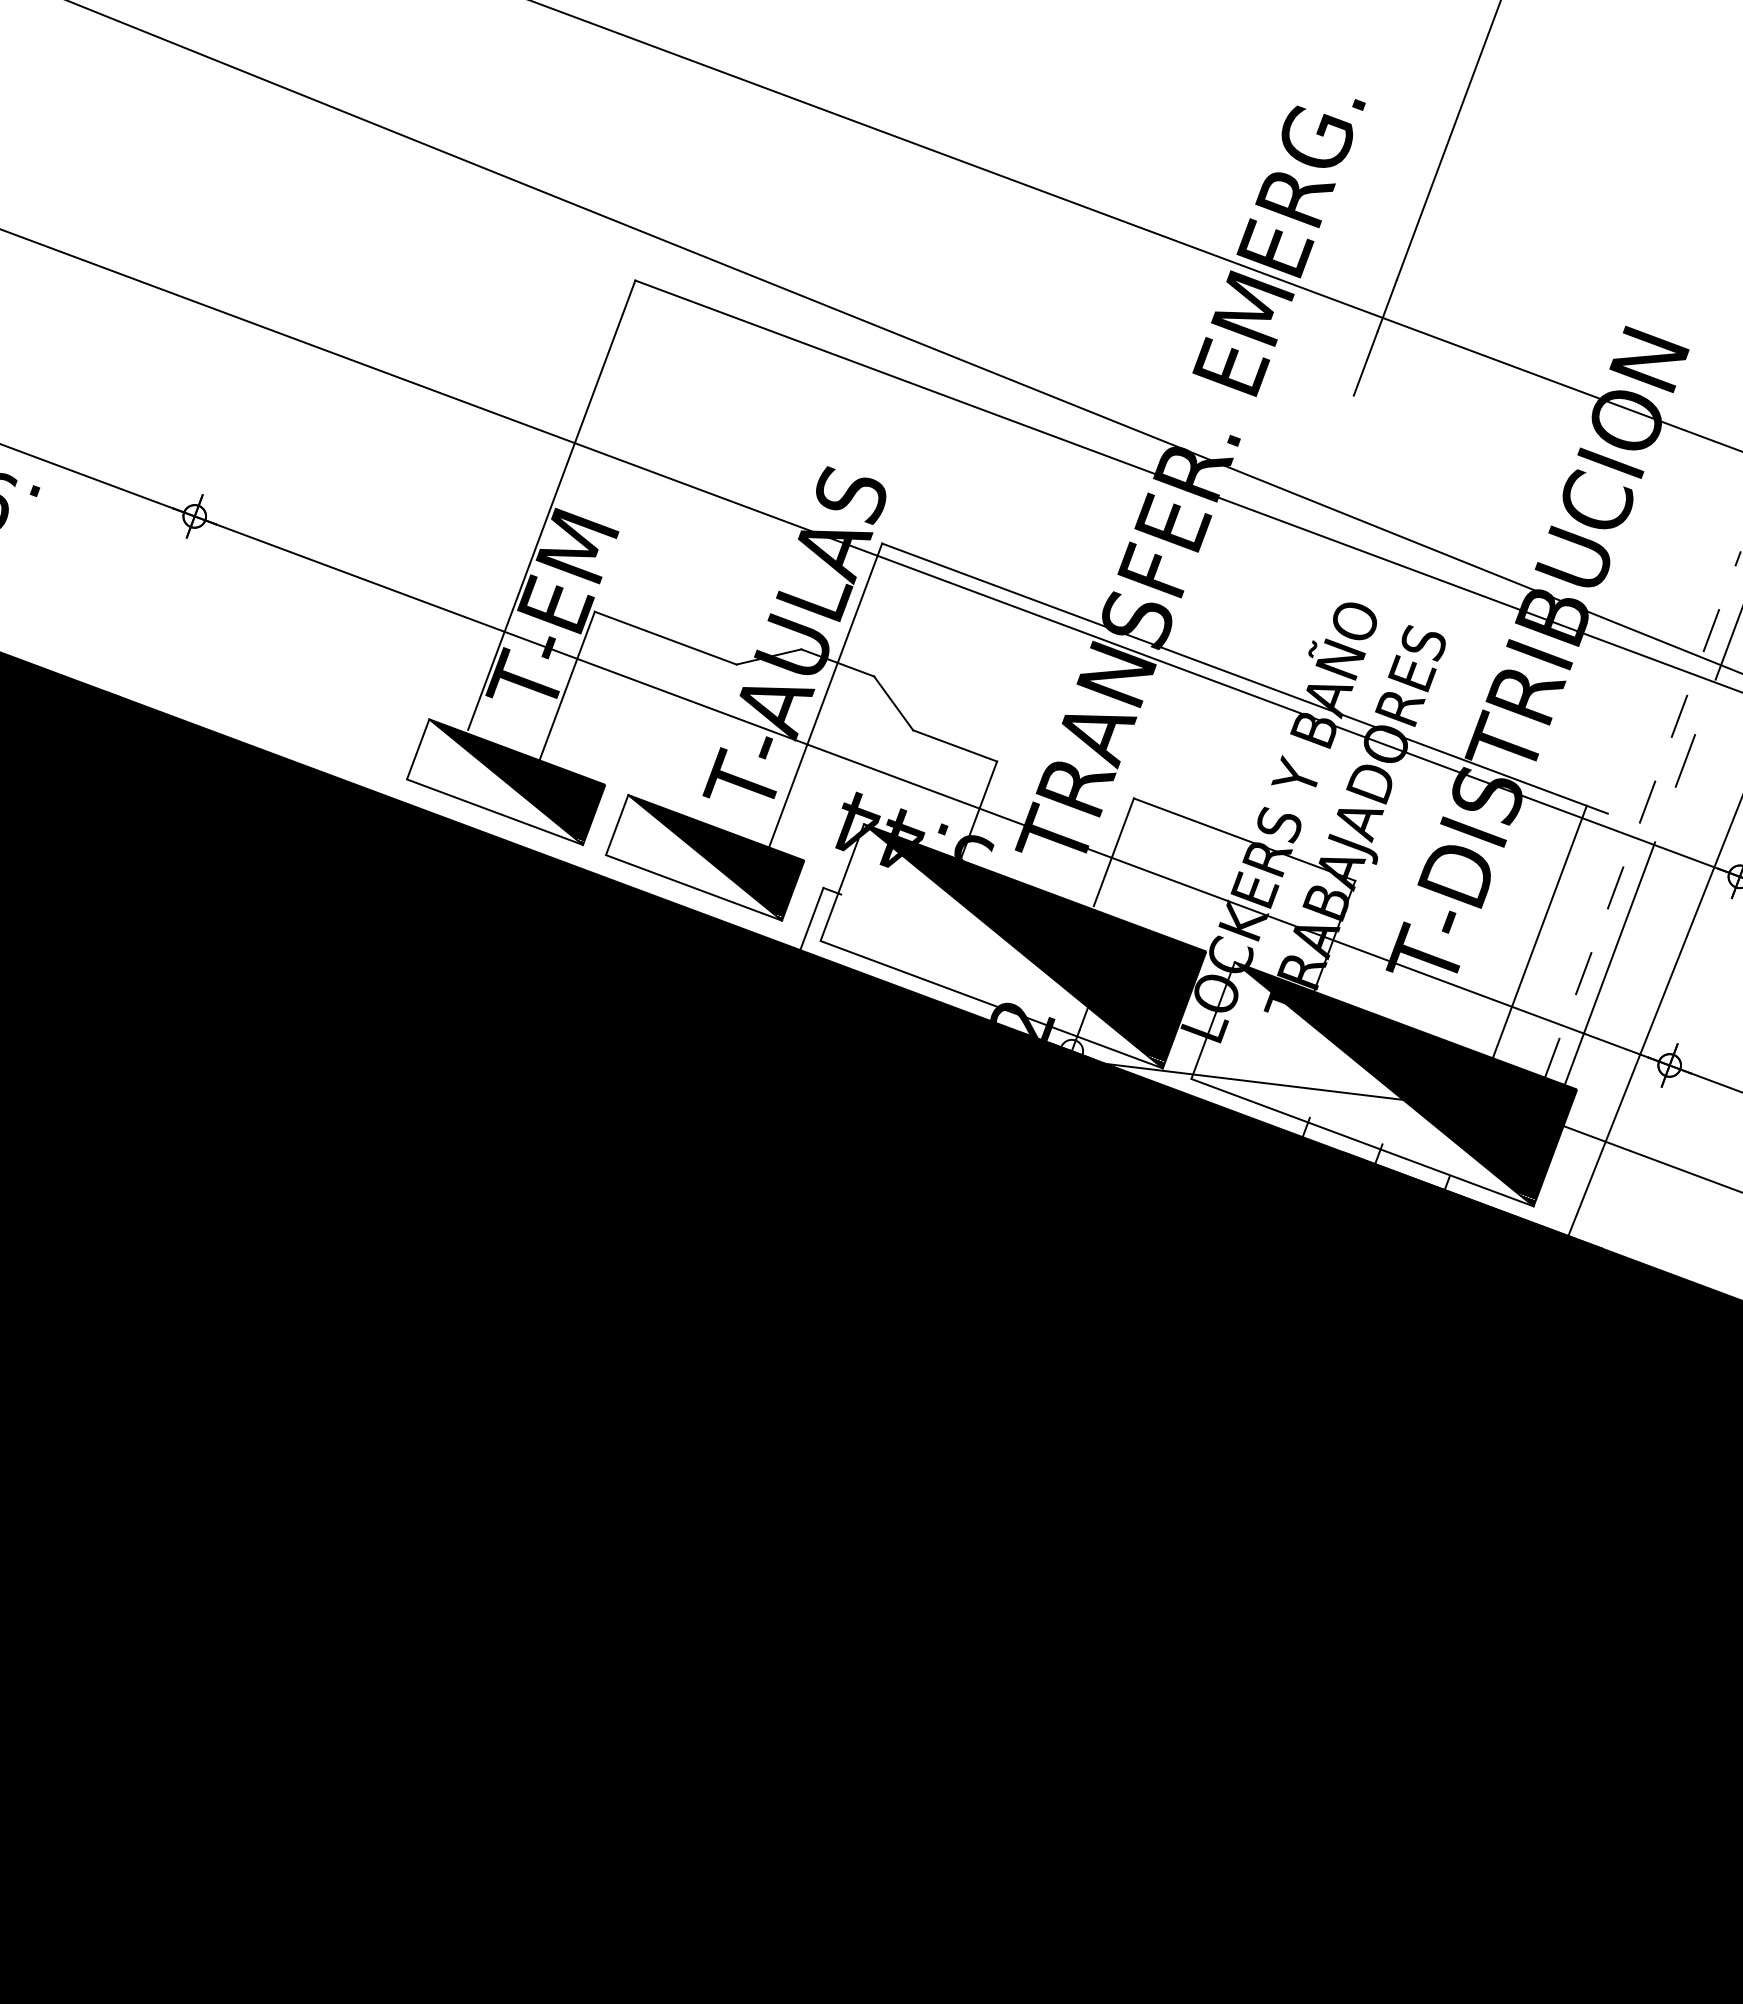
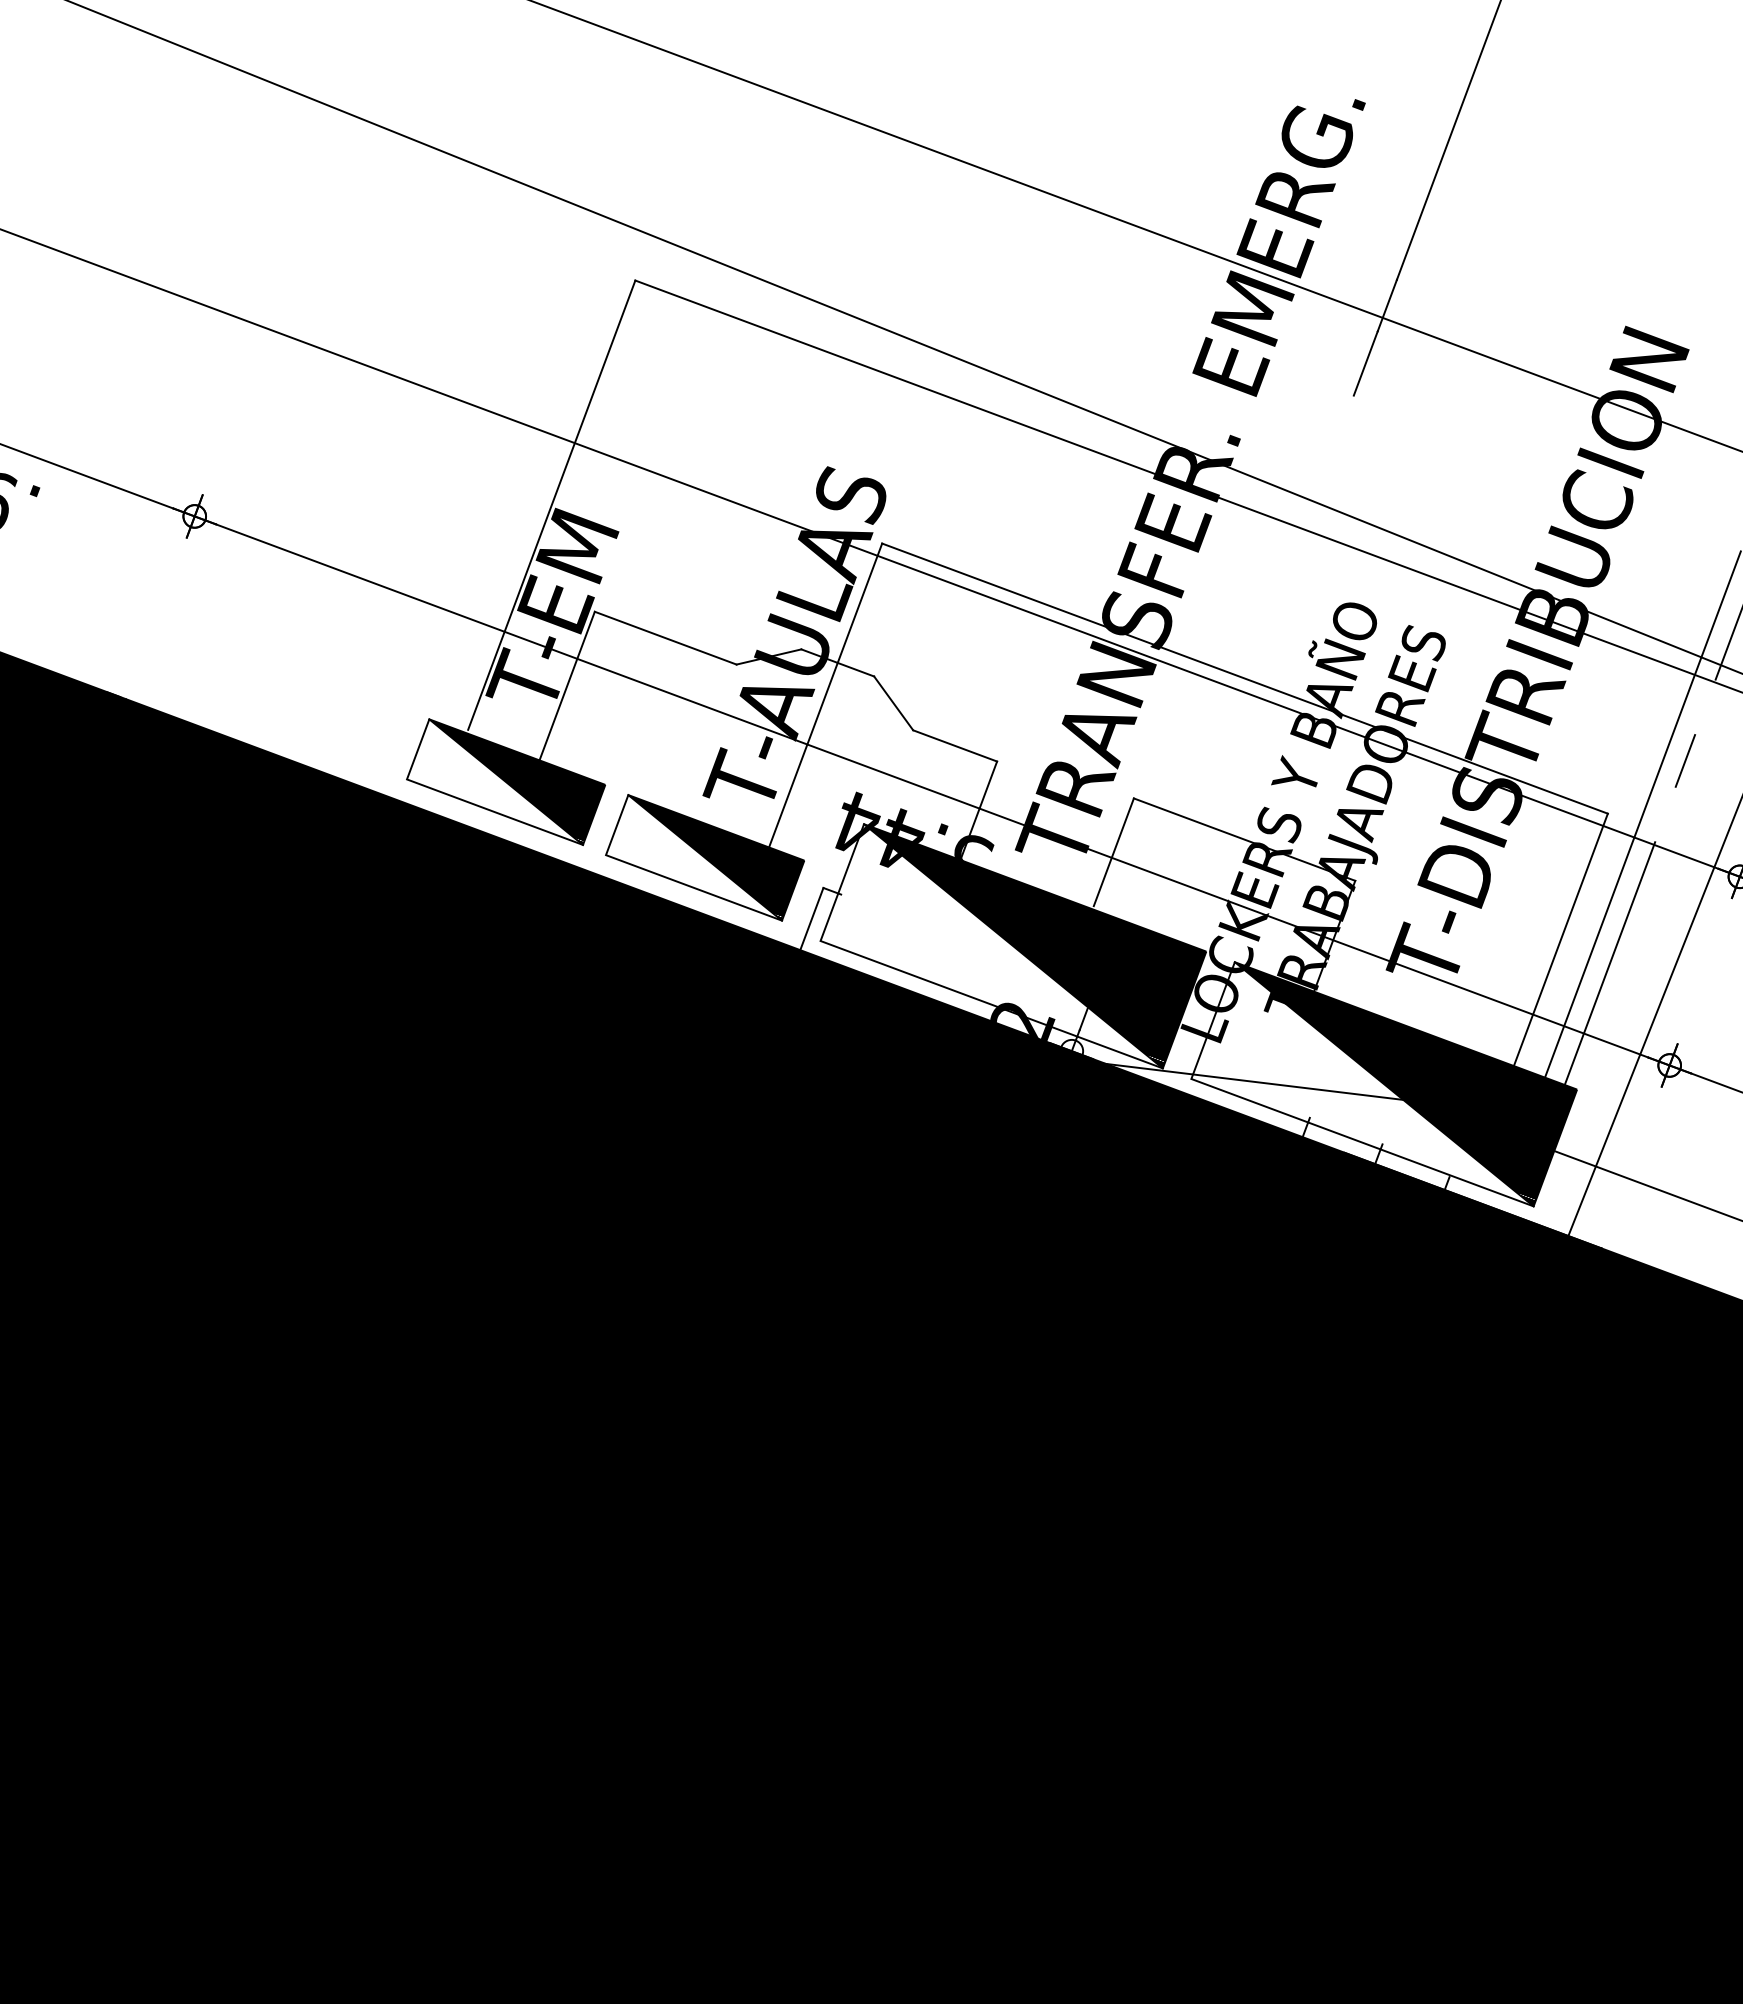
line at (1642, 815): dashed -> solid
line at (1539, 931) position: (1539, 931) -> (1560, 939)
line at (1651, 1158) position: (1651, 1158) -> (1647, 1185)
